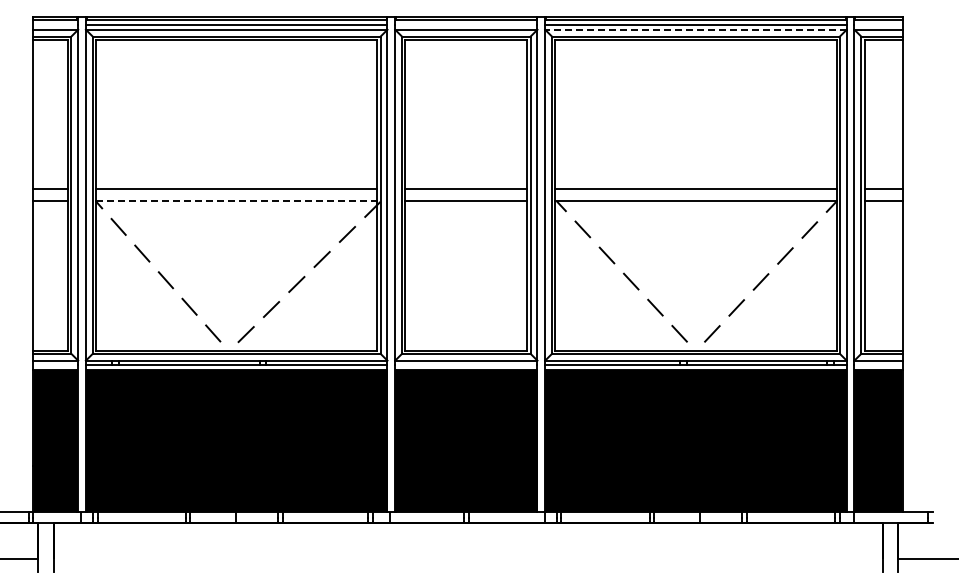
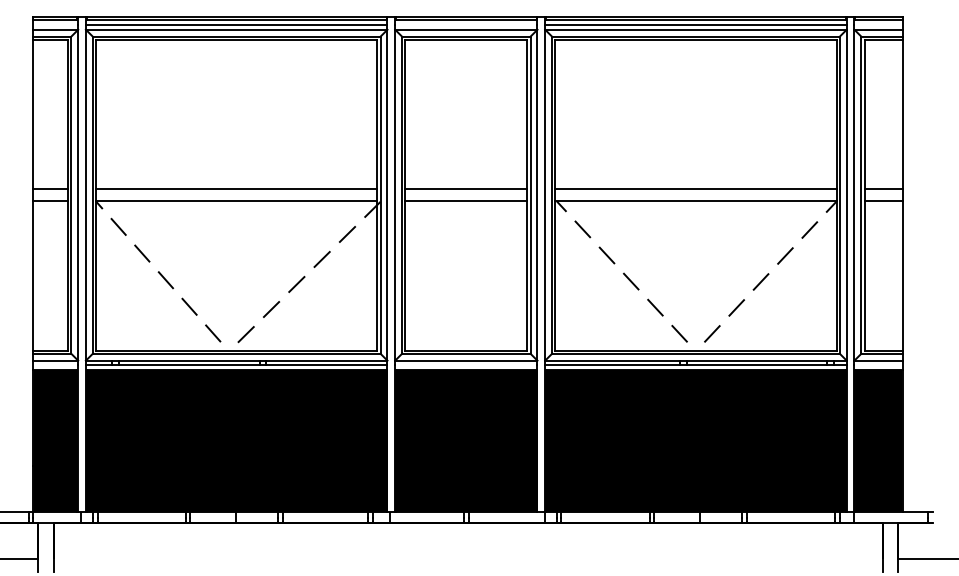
line at (695, 29): dashed -> solid
line at (236, 201): dashed -> solid
